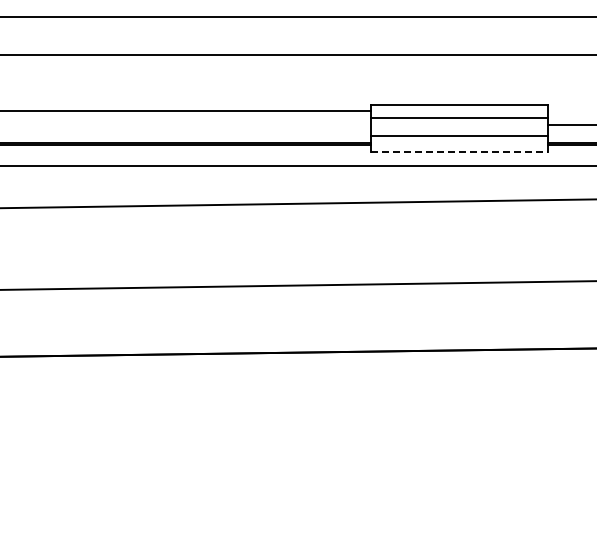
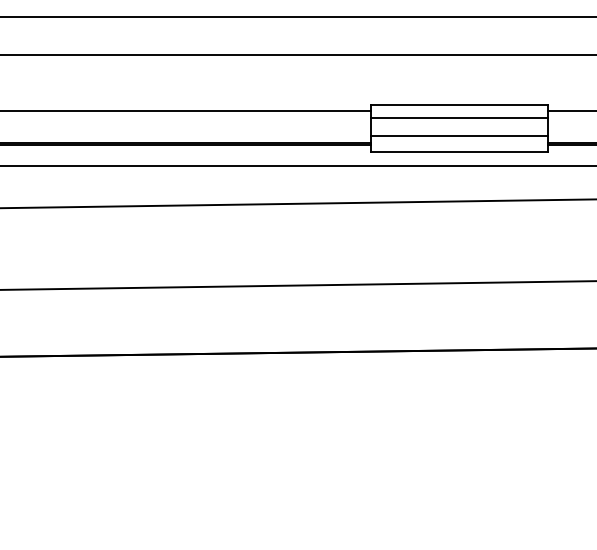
line at (570, 125) position: (570, 125) -> (570, 111)
line at (459, 152): dashed -> solid
